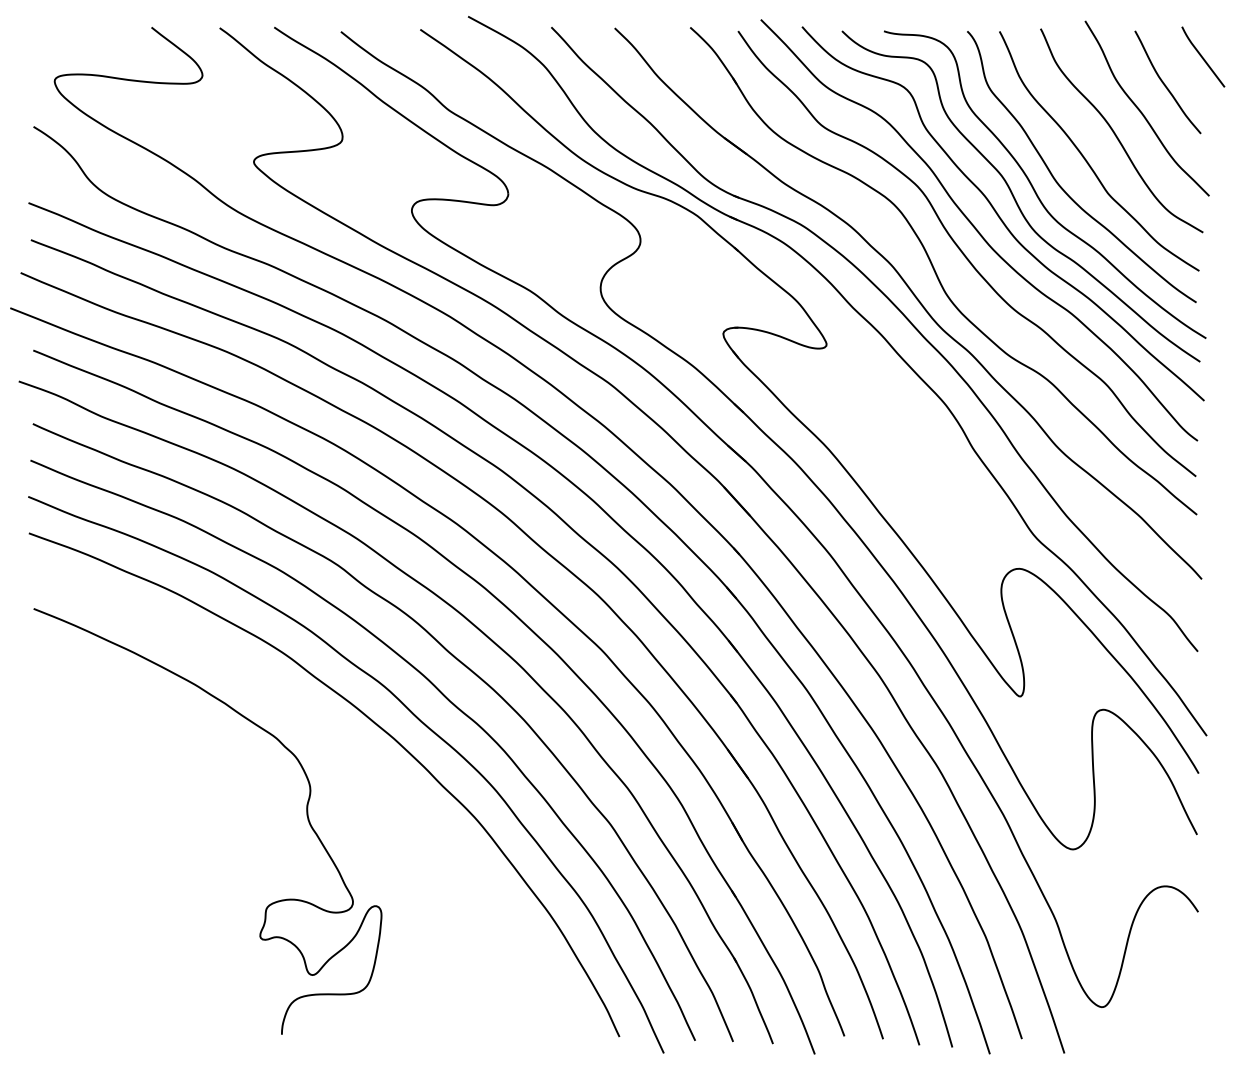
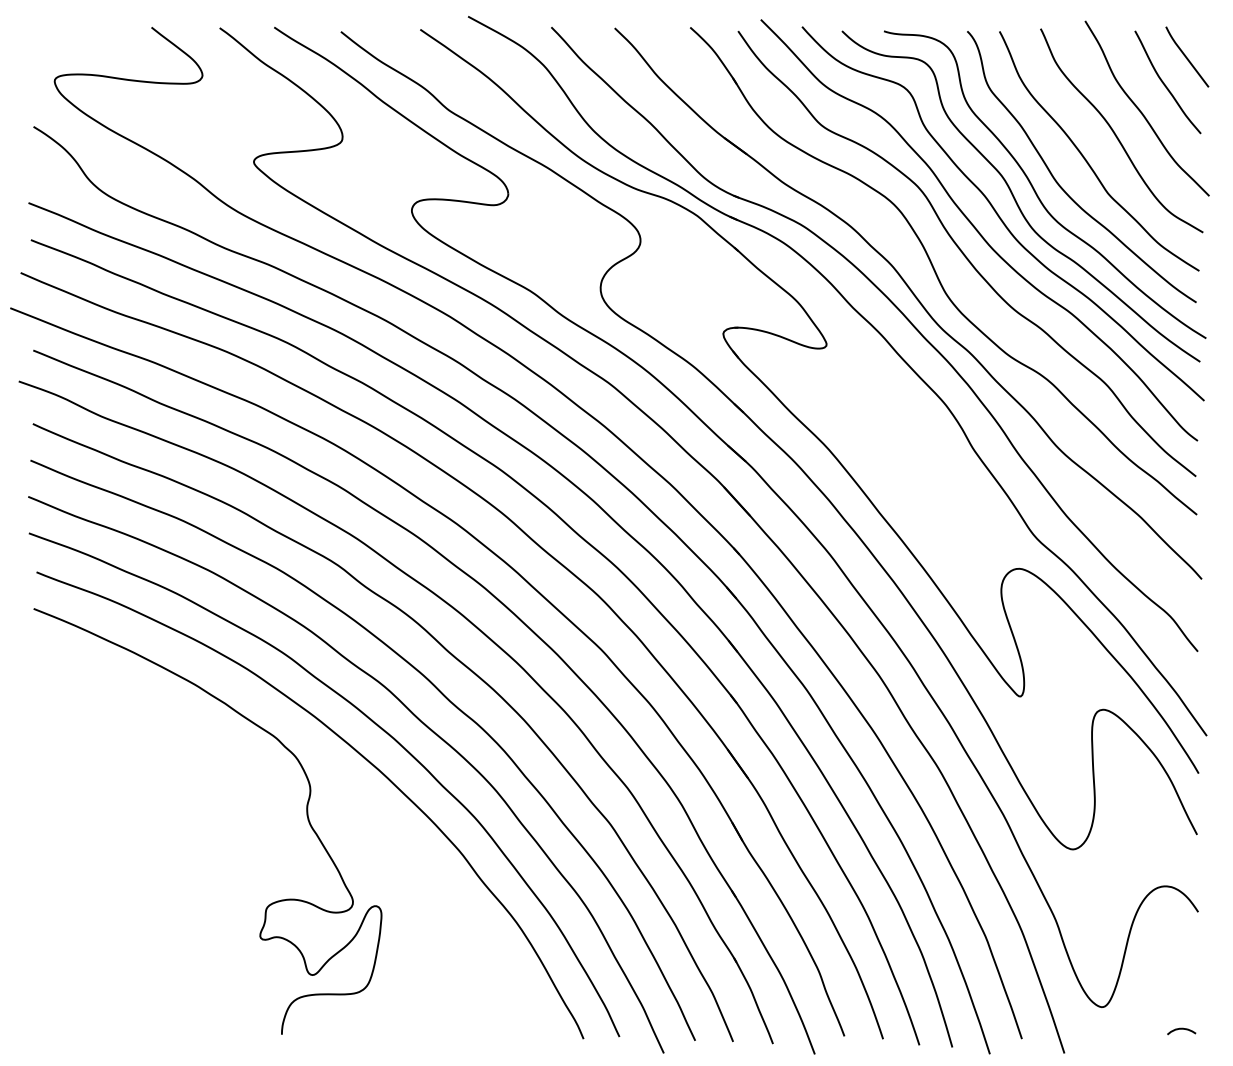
curve at (1202, 56) position: (1202, 56) -> (1186, 56)
curve at (357, 753): none -> present
curve at (1181, 1029): none -> present
